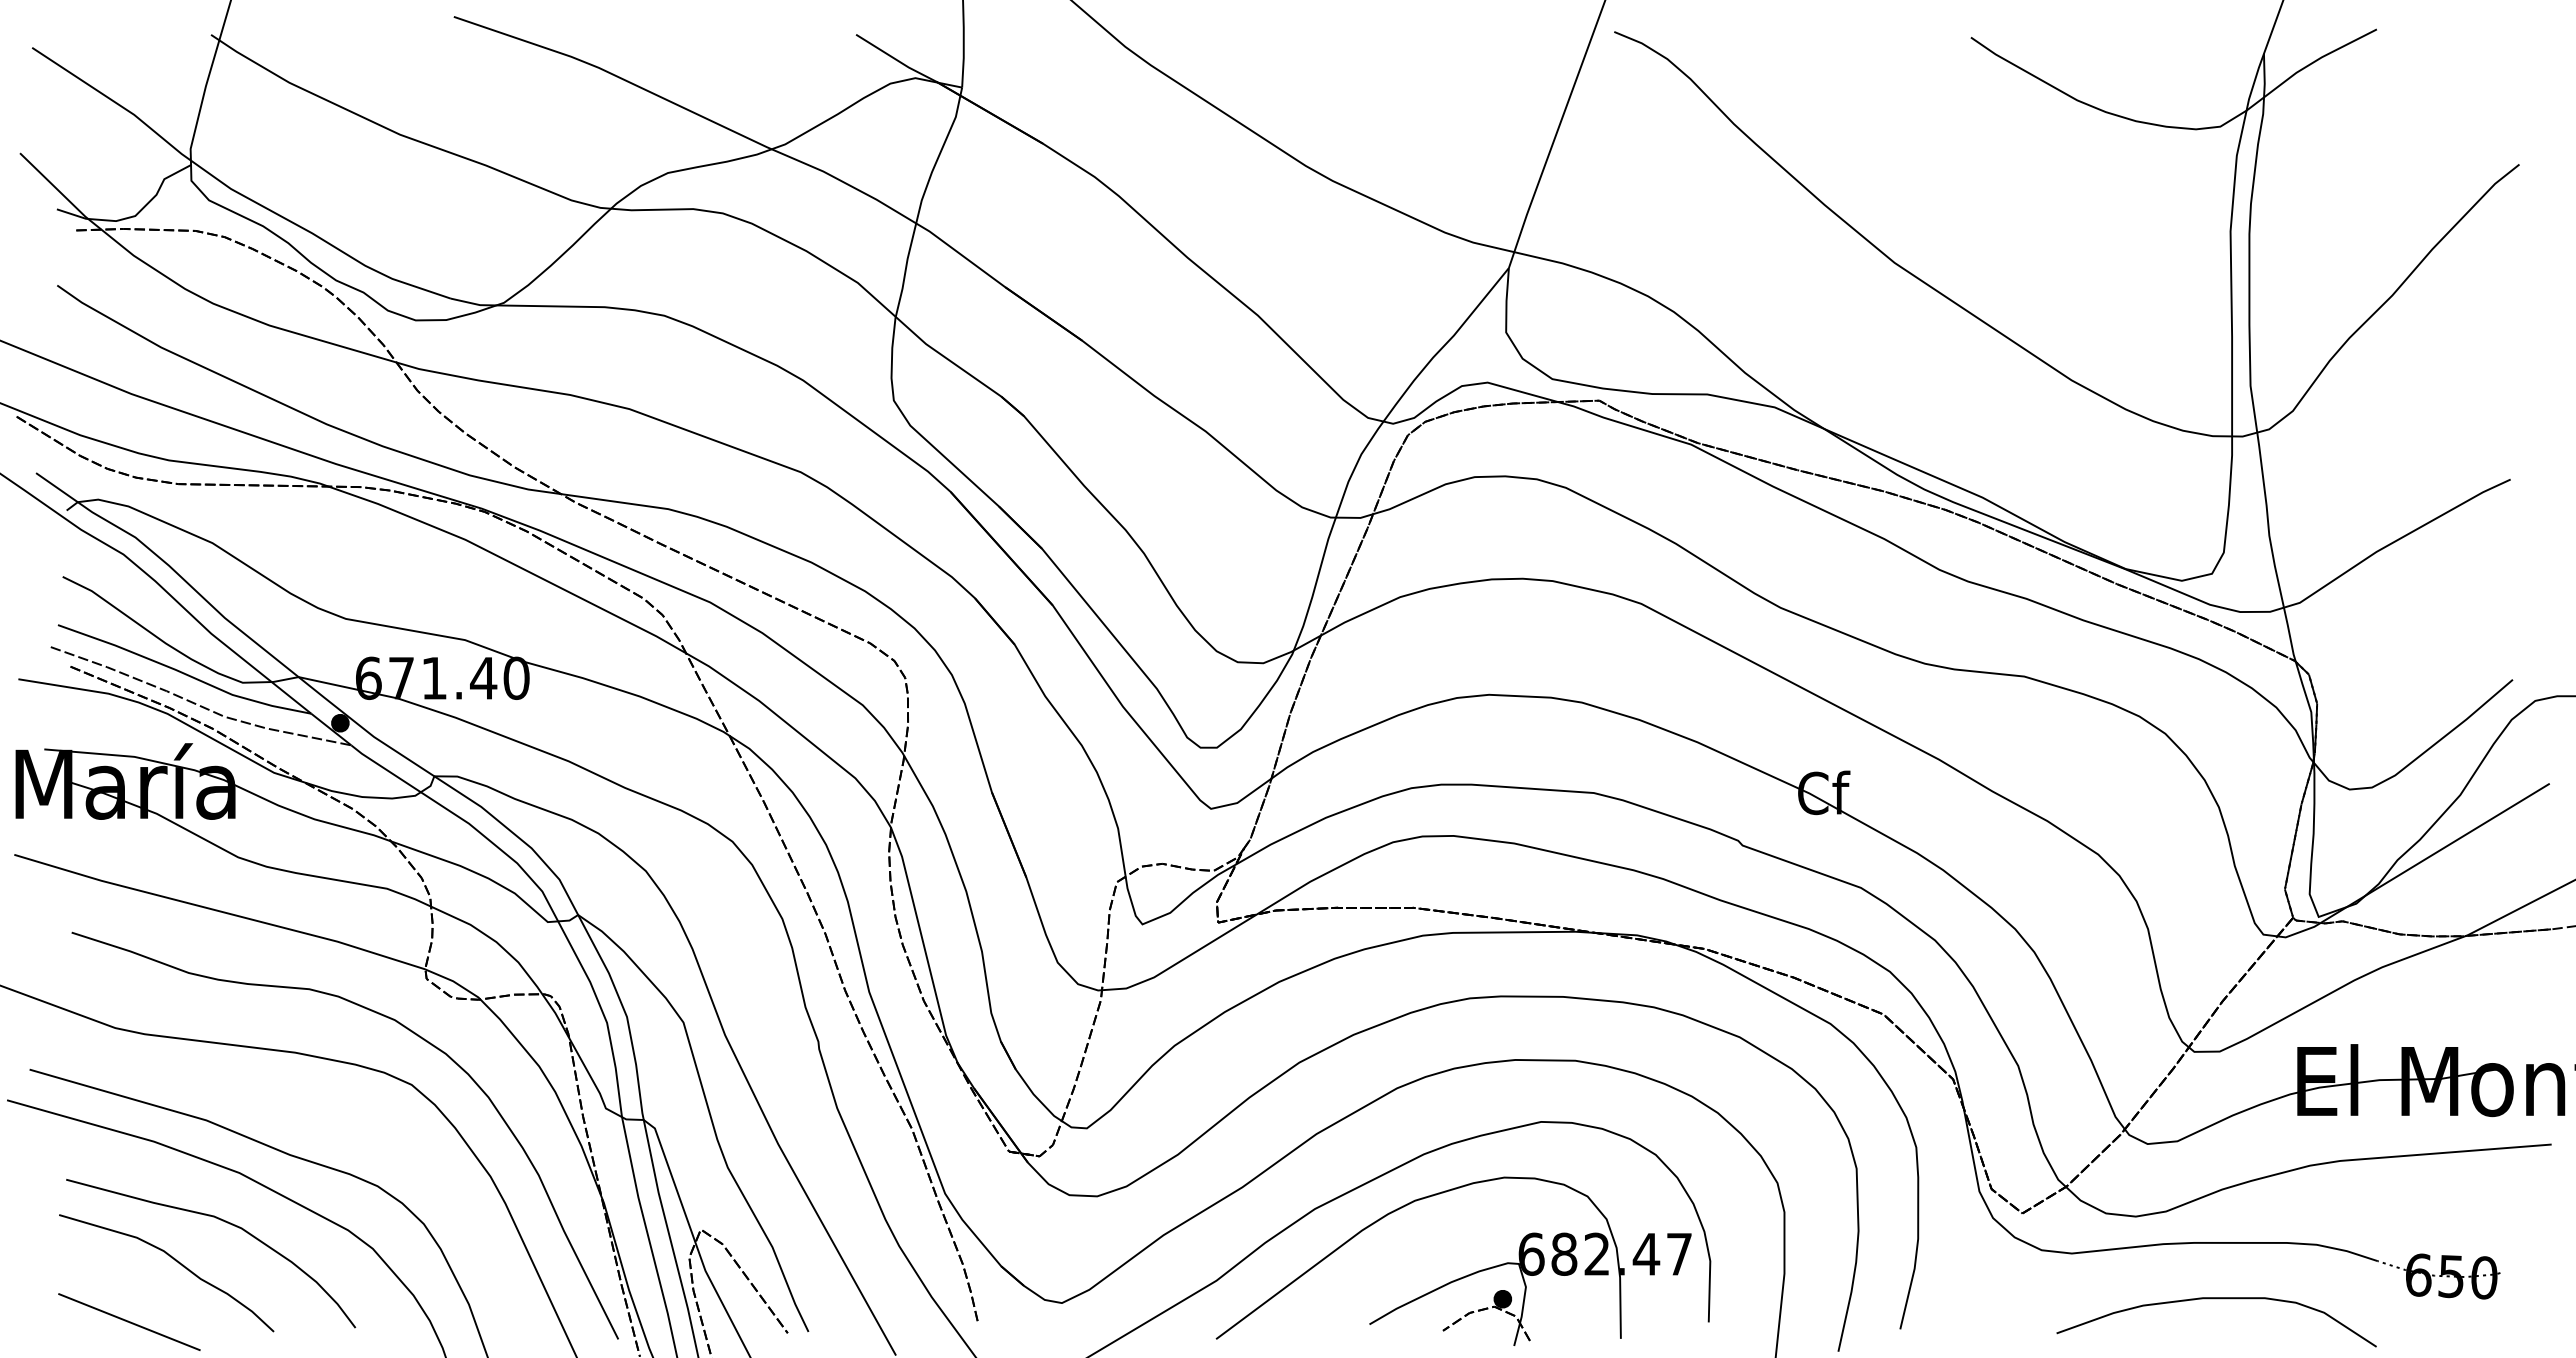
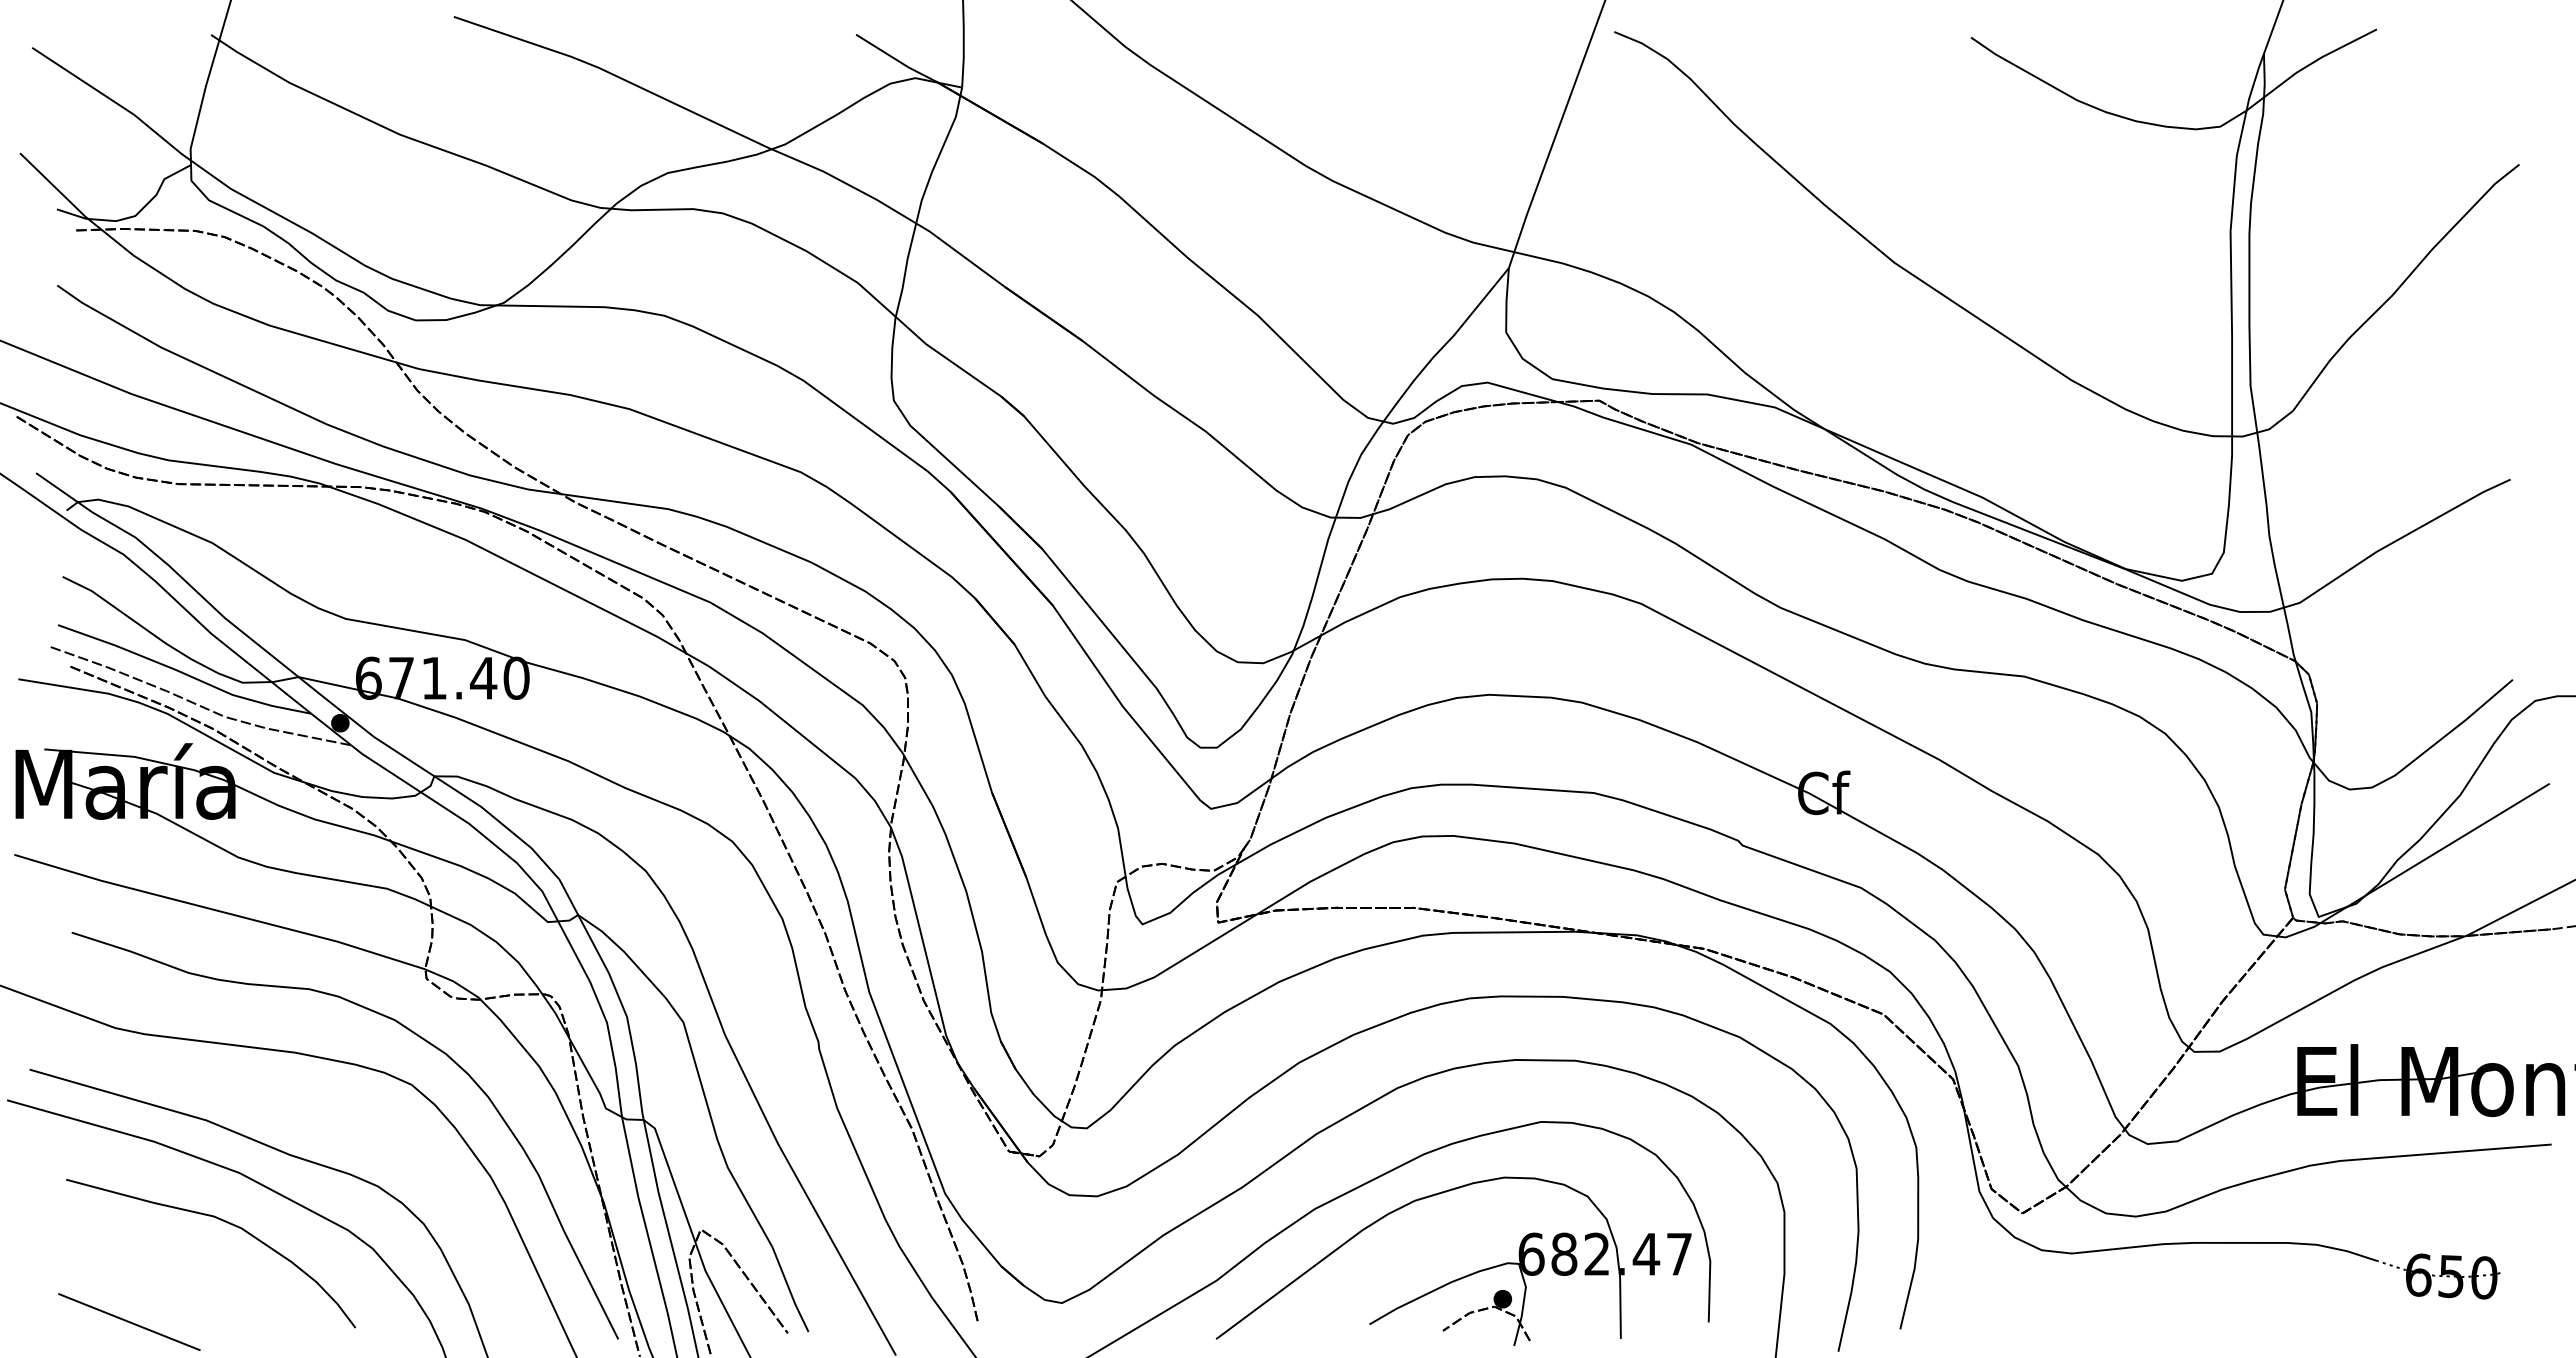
curve at (175, 1261): present -> none
curve at (2216, 1299): present -> none
